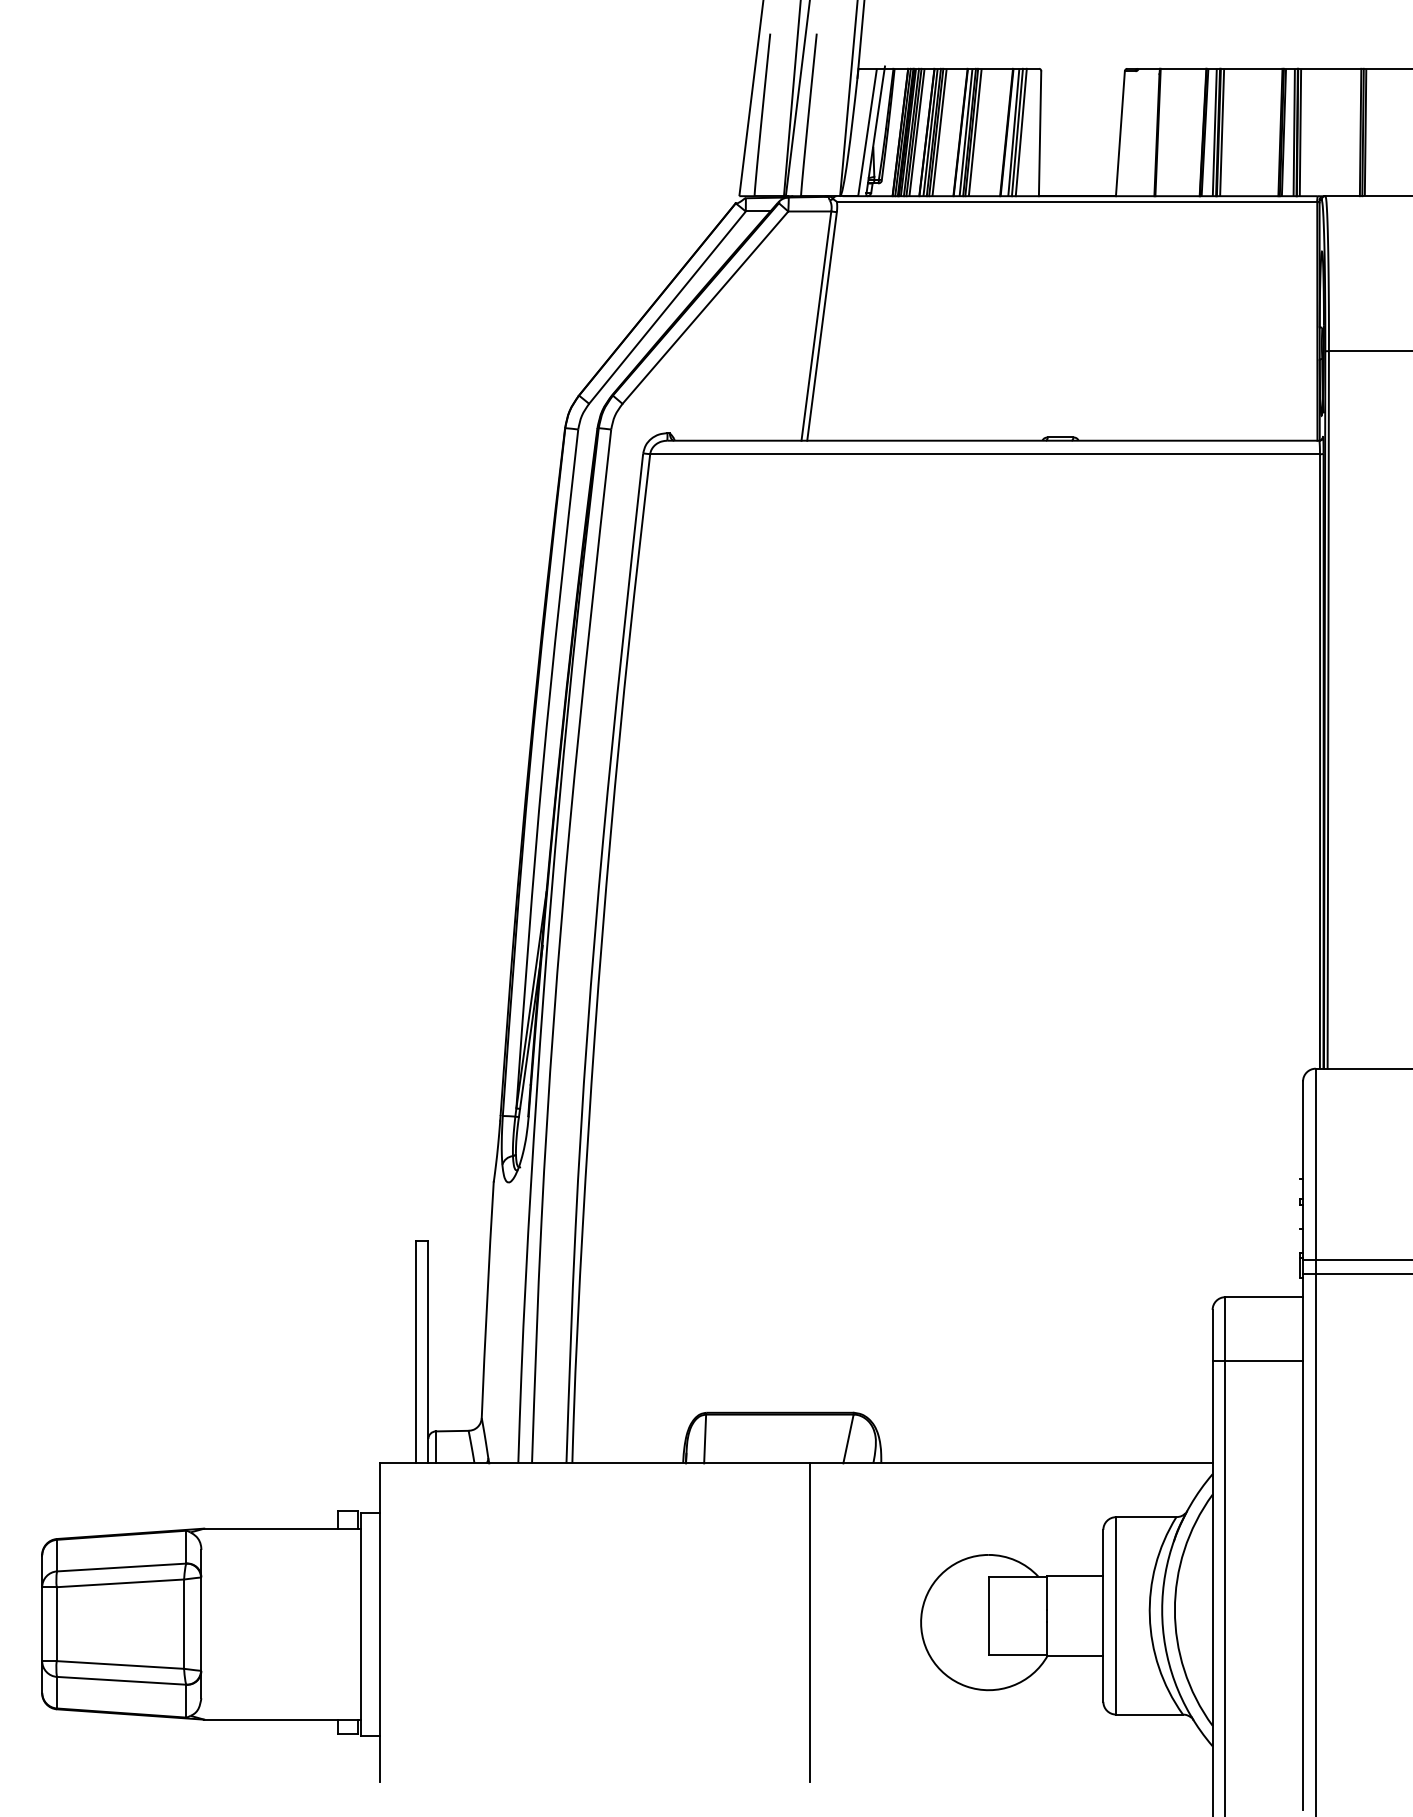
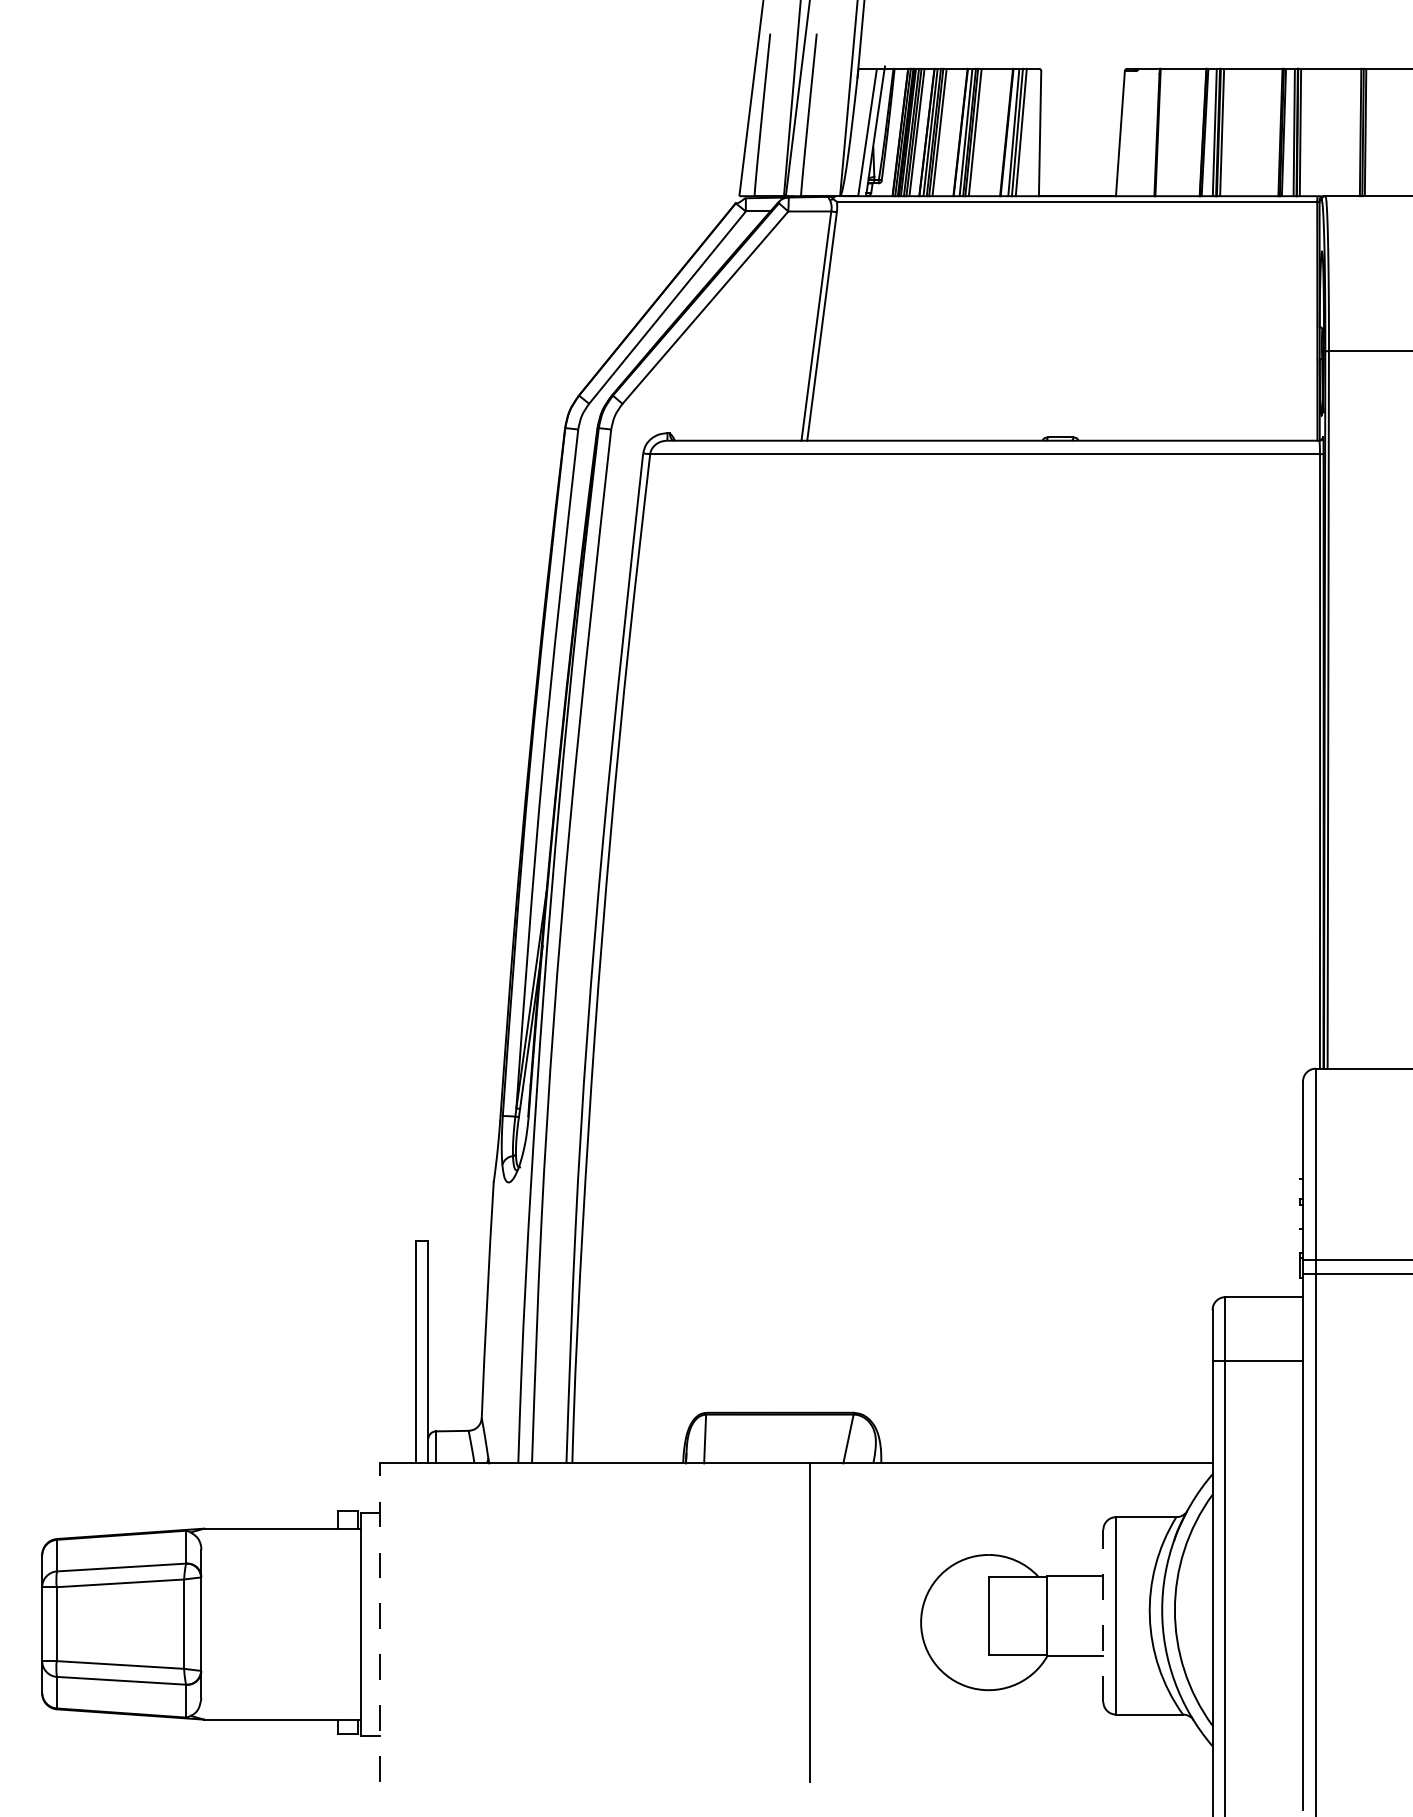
line at (1103, 1615): solid -> dashed
line at (380, 1622): solid -> dashed
